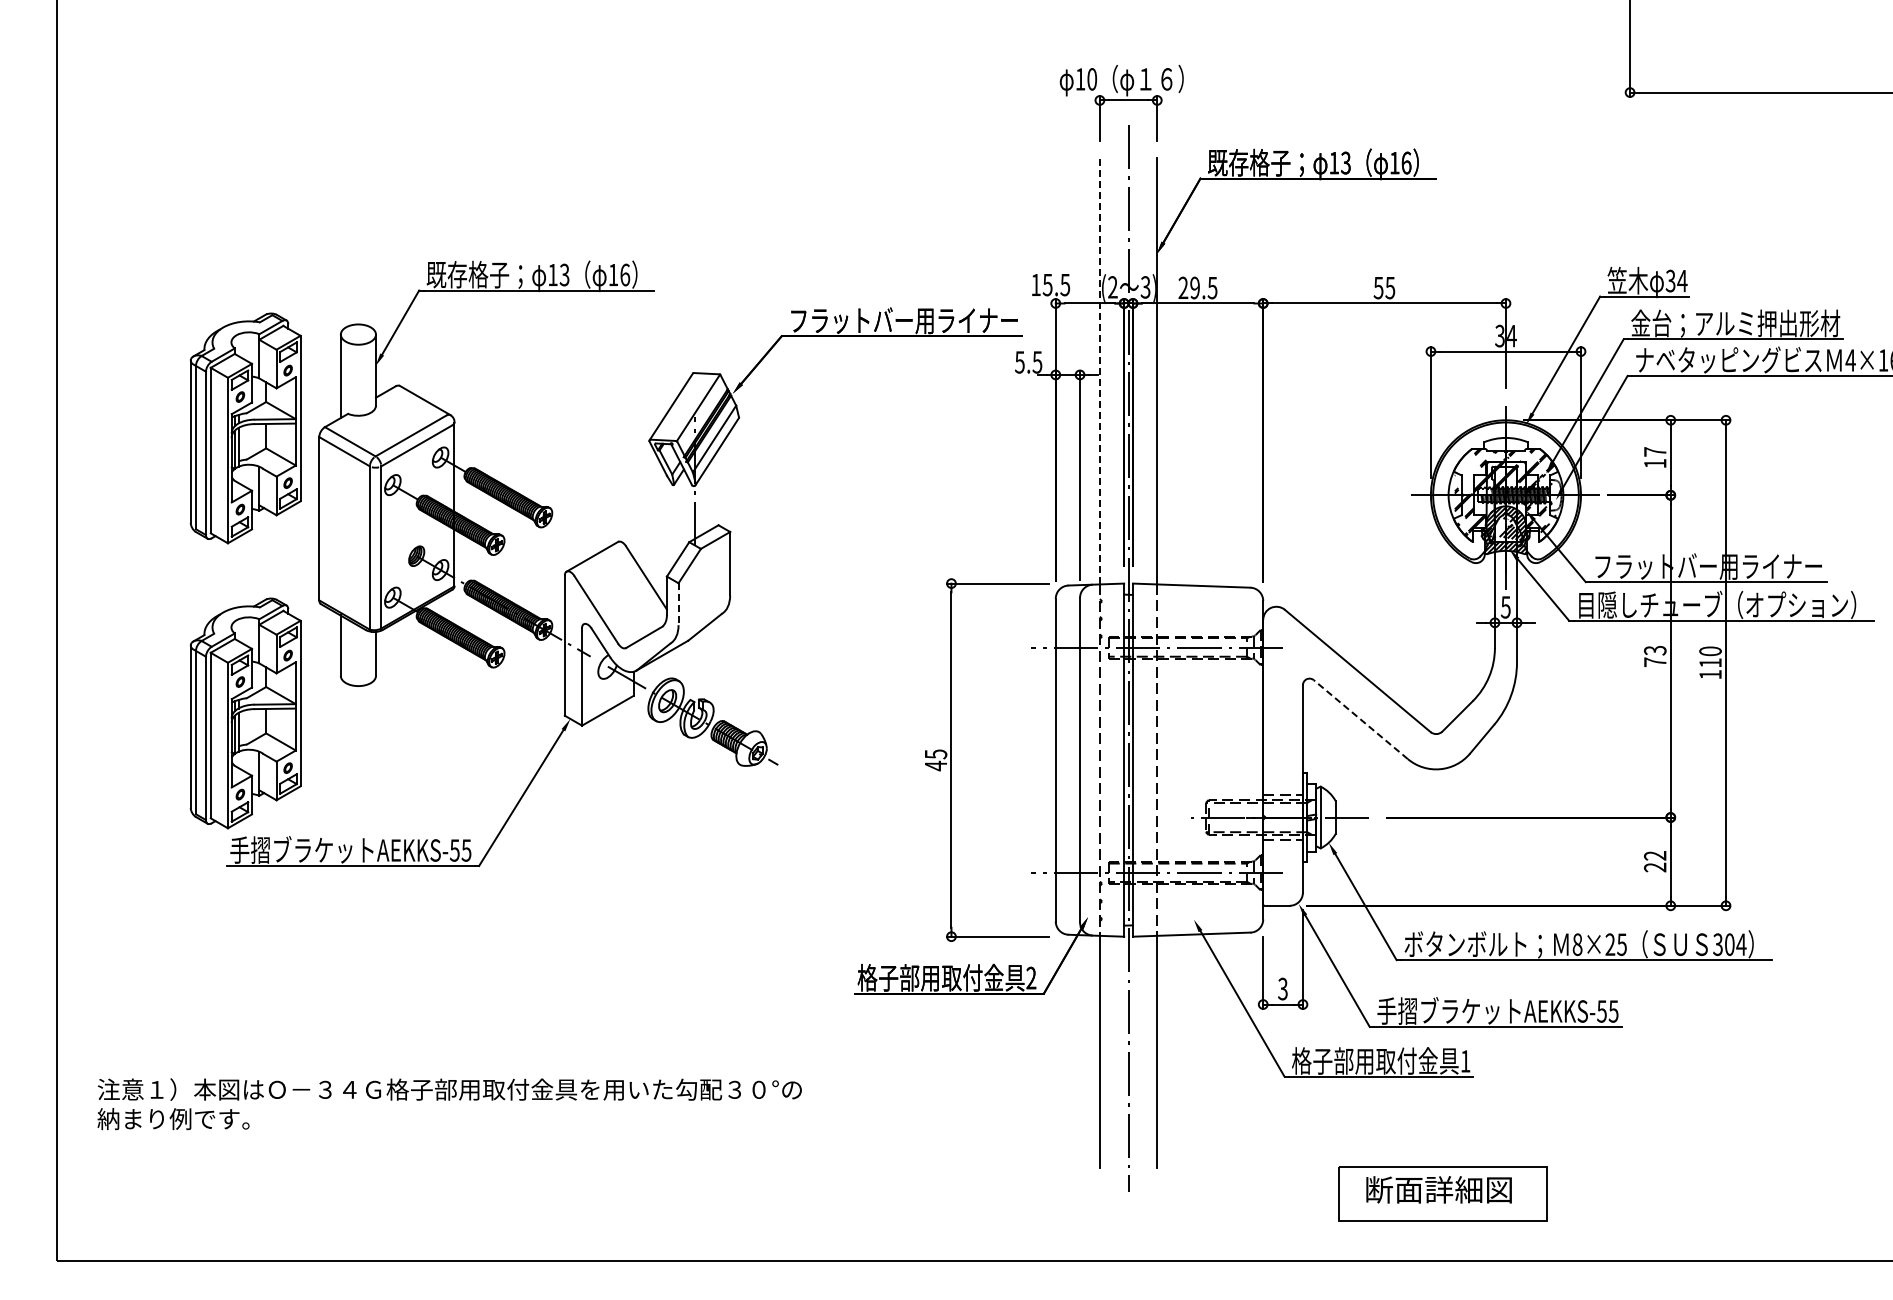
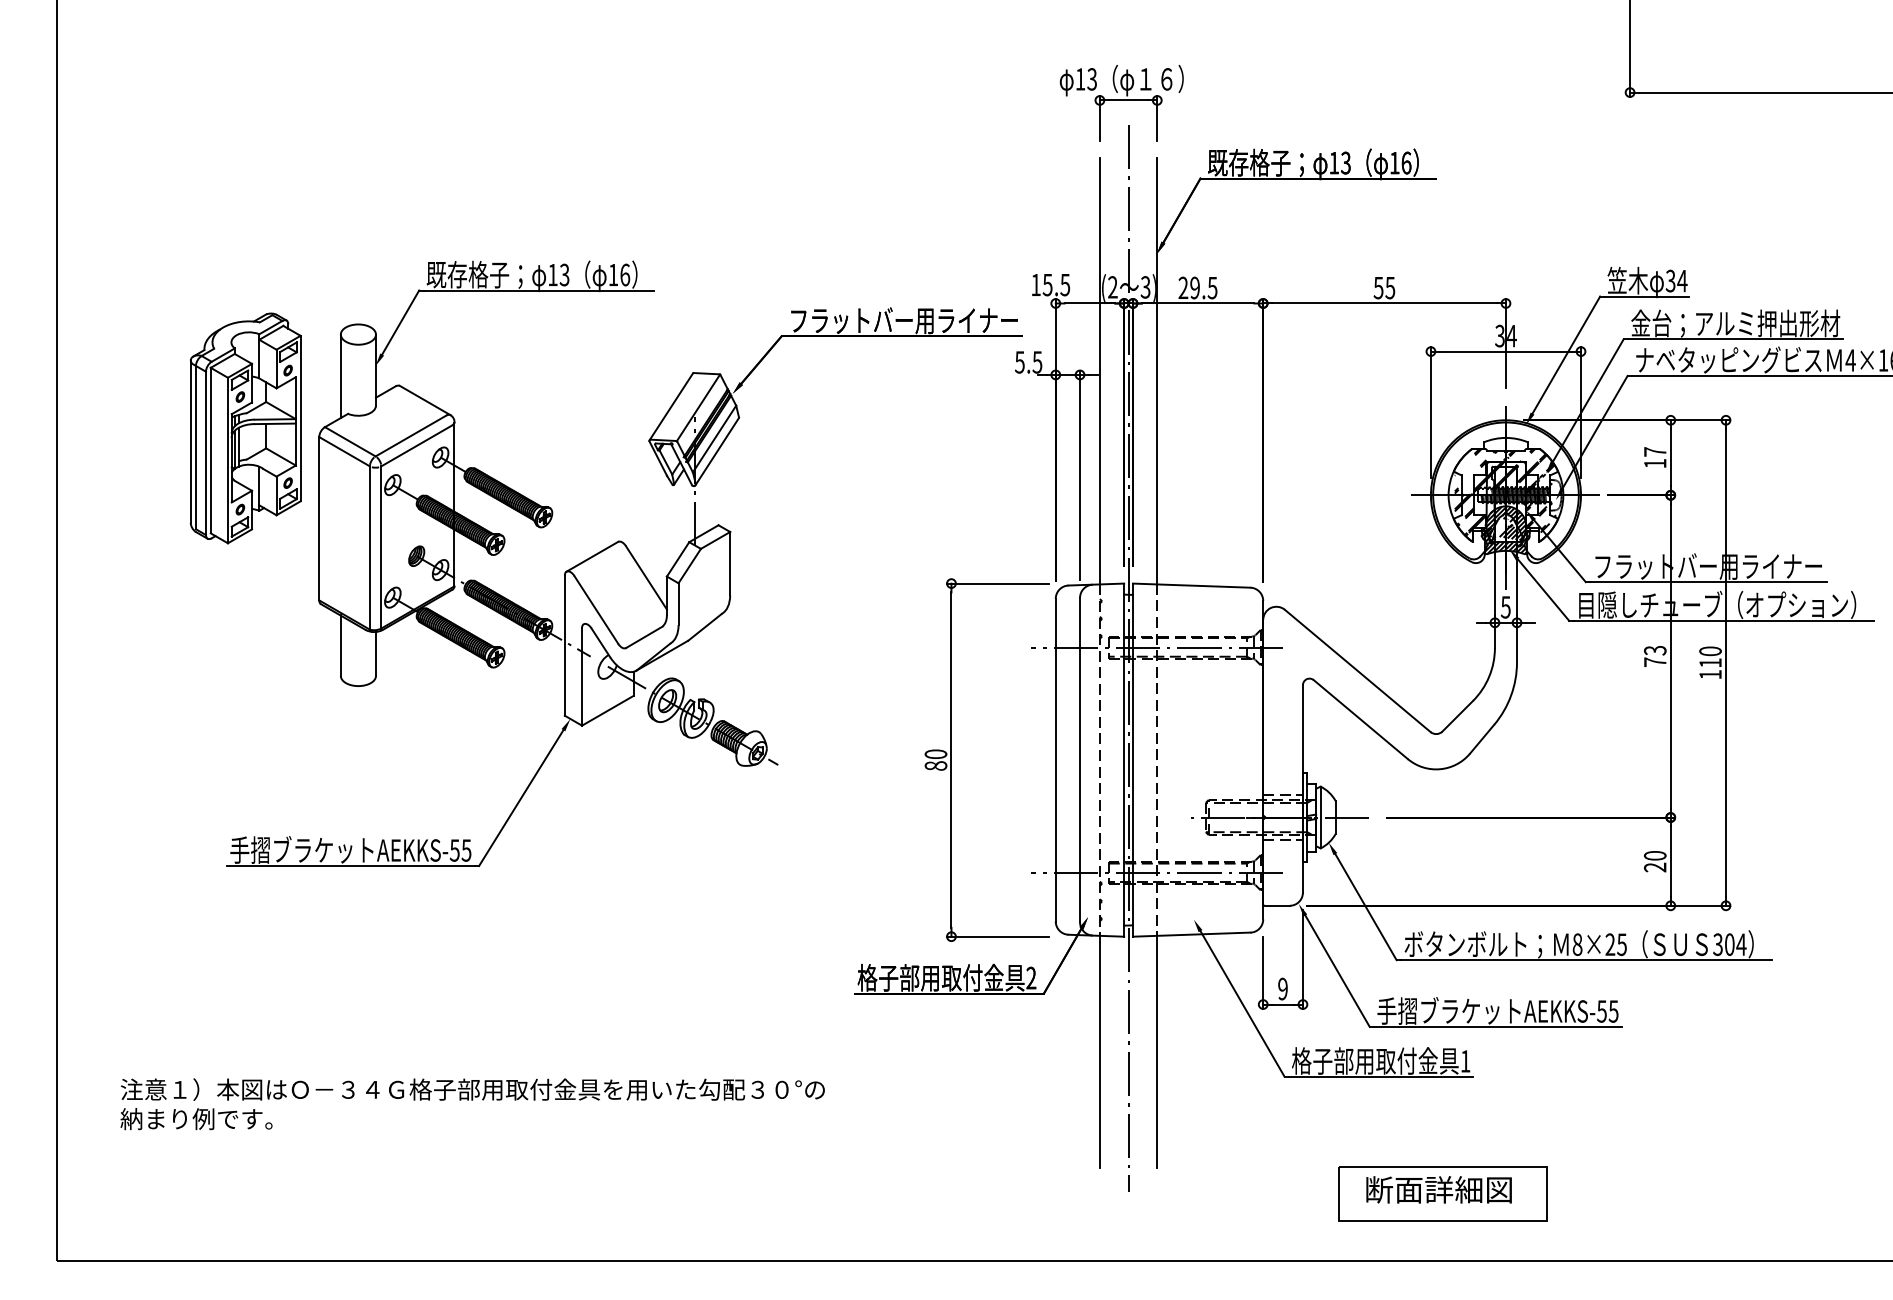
text at (1092, 79): 10 -> 13
line at (1099, 370): dashed -> solid
line at (678, 604): dashed -> solid
part at (245, 713): present -> none
line at (1360, 719): dashed -> solid
text at (935, 760): 45 -> 80
text at (1655, 855): 22 -> 20
text at (1282, 989): 3 -> 9
text at (449, 1104) position: (449, 1104) -> (472, 1104)
